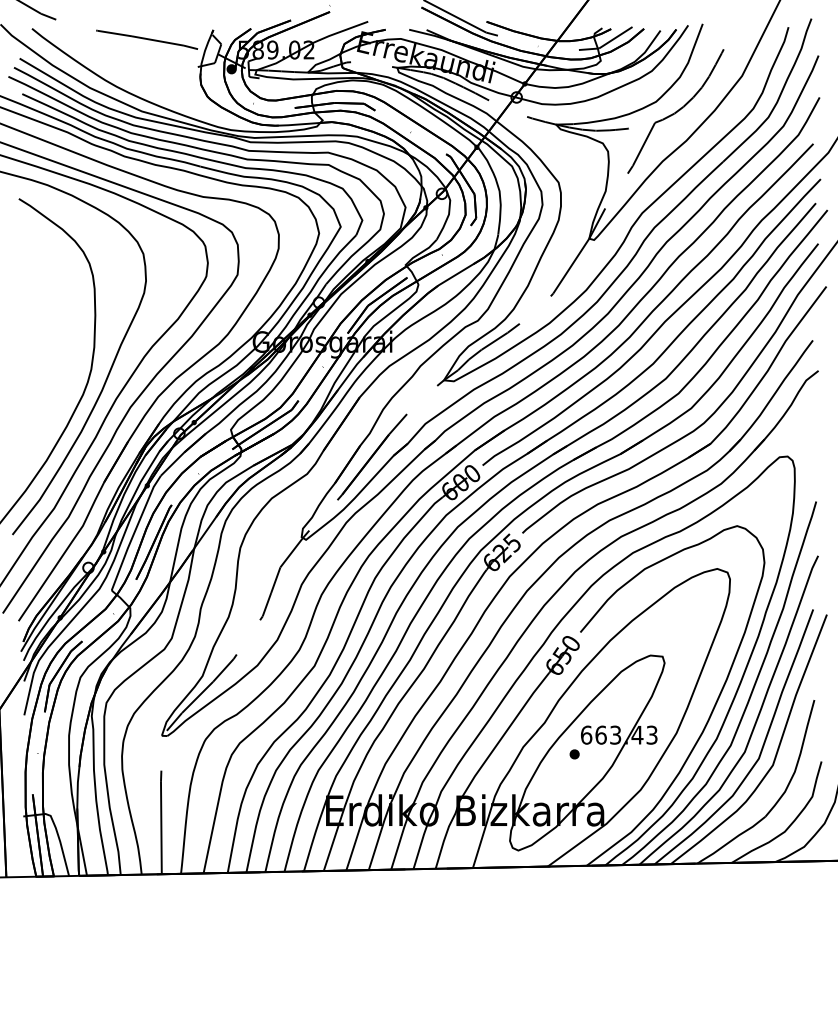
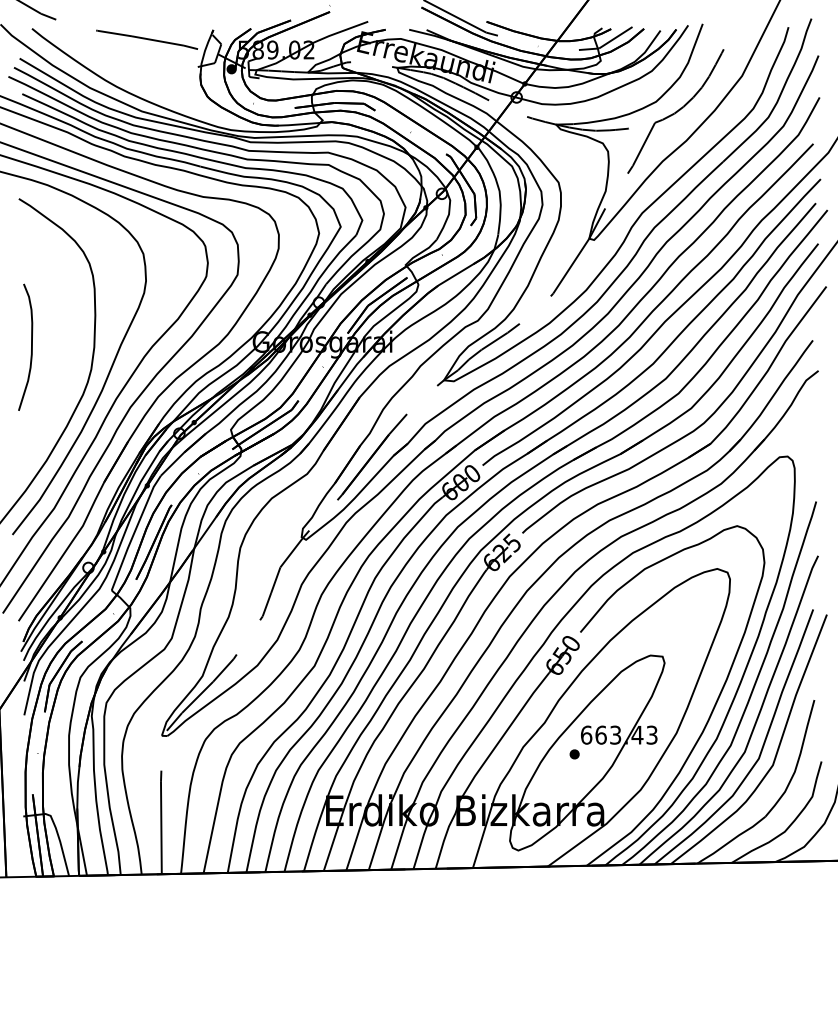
curve at (31, 346): none -> present
